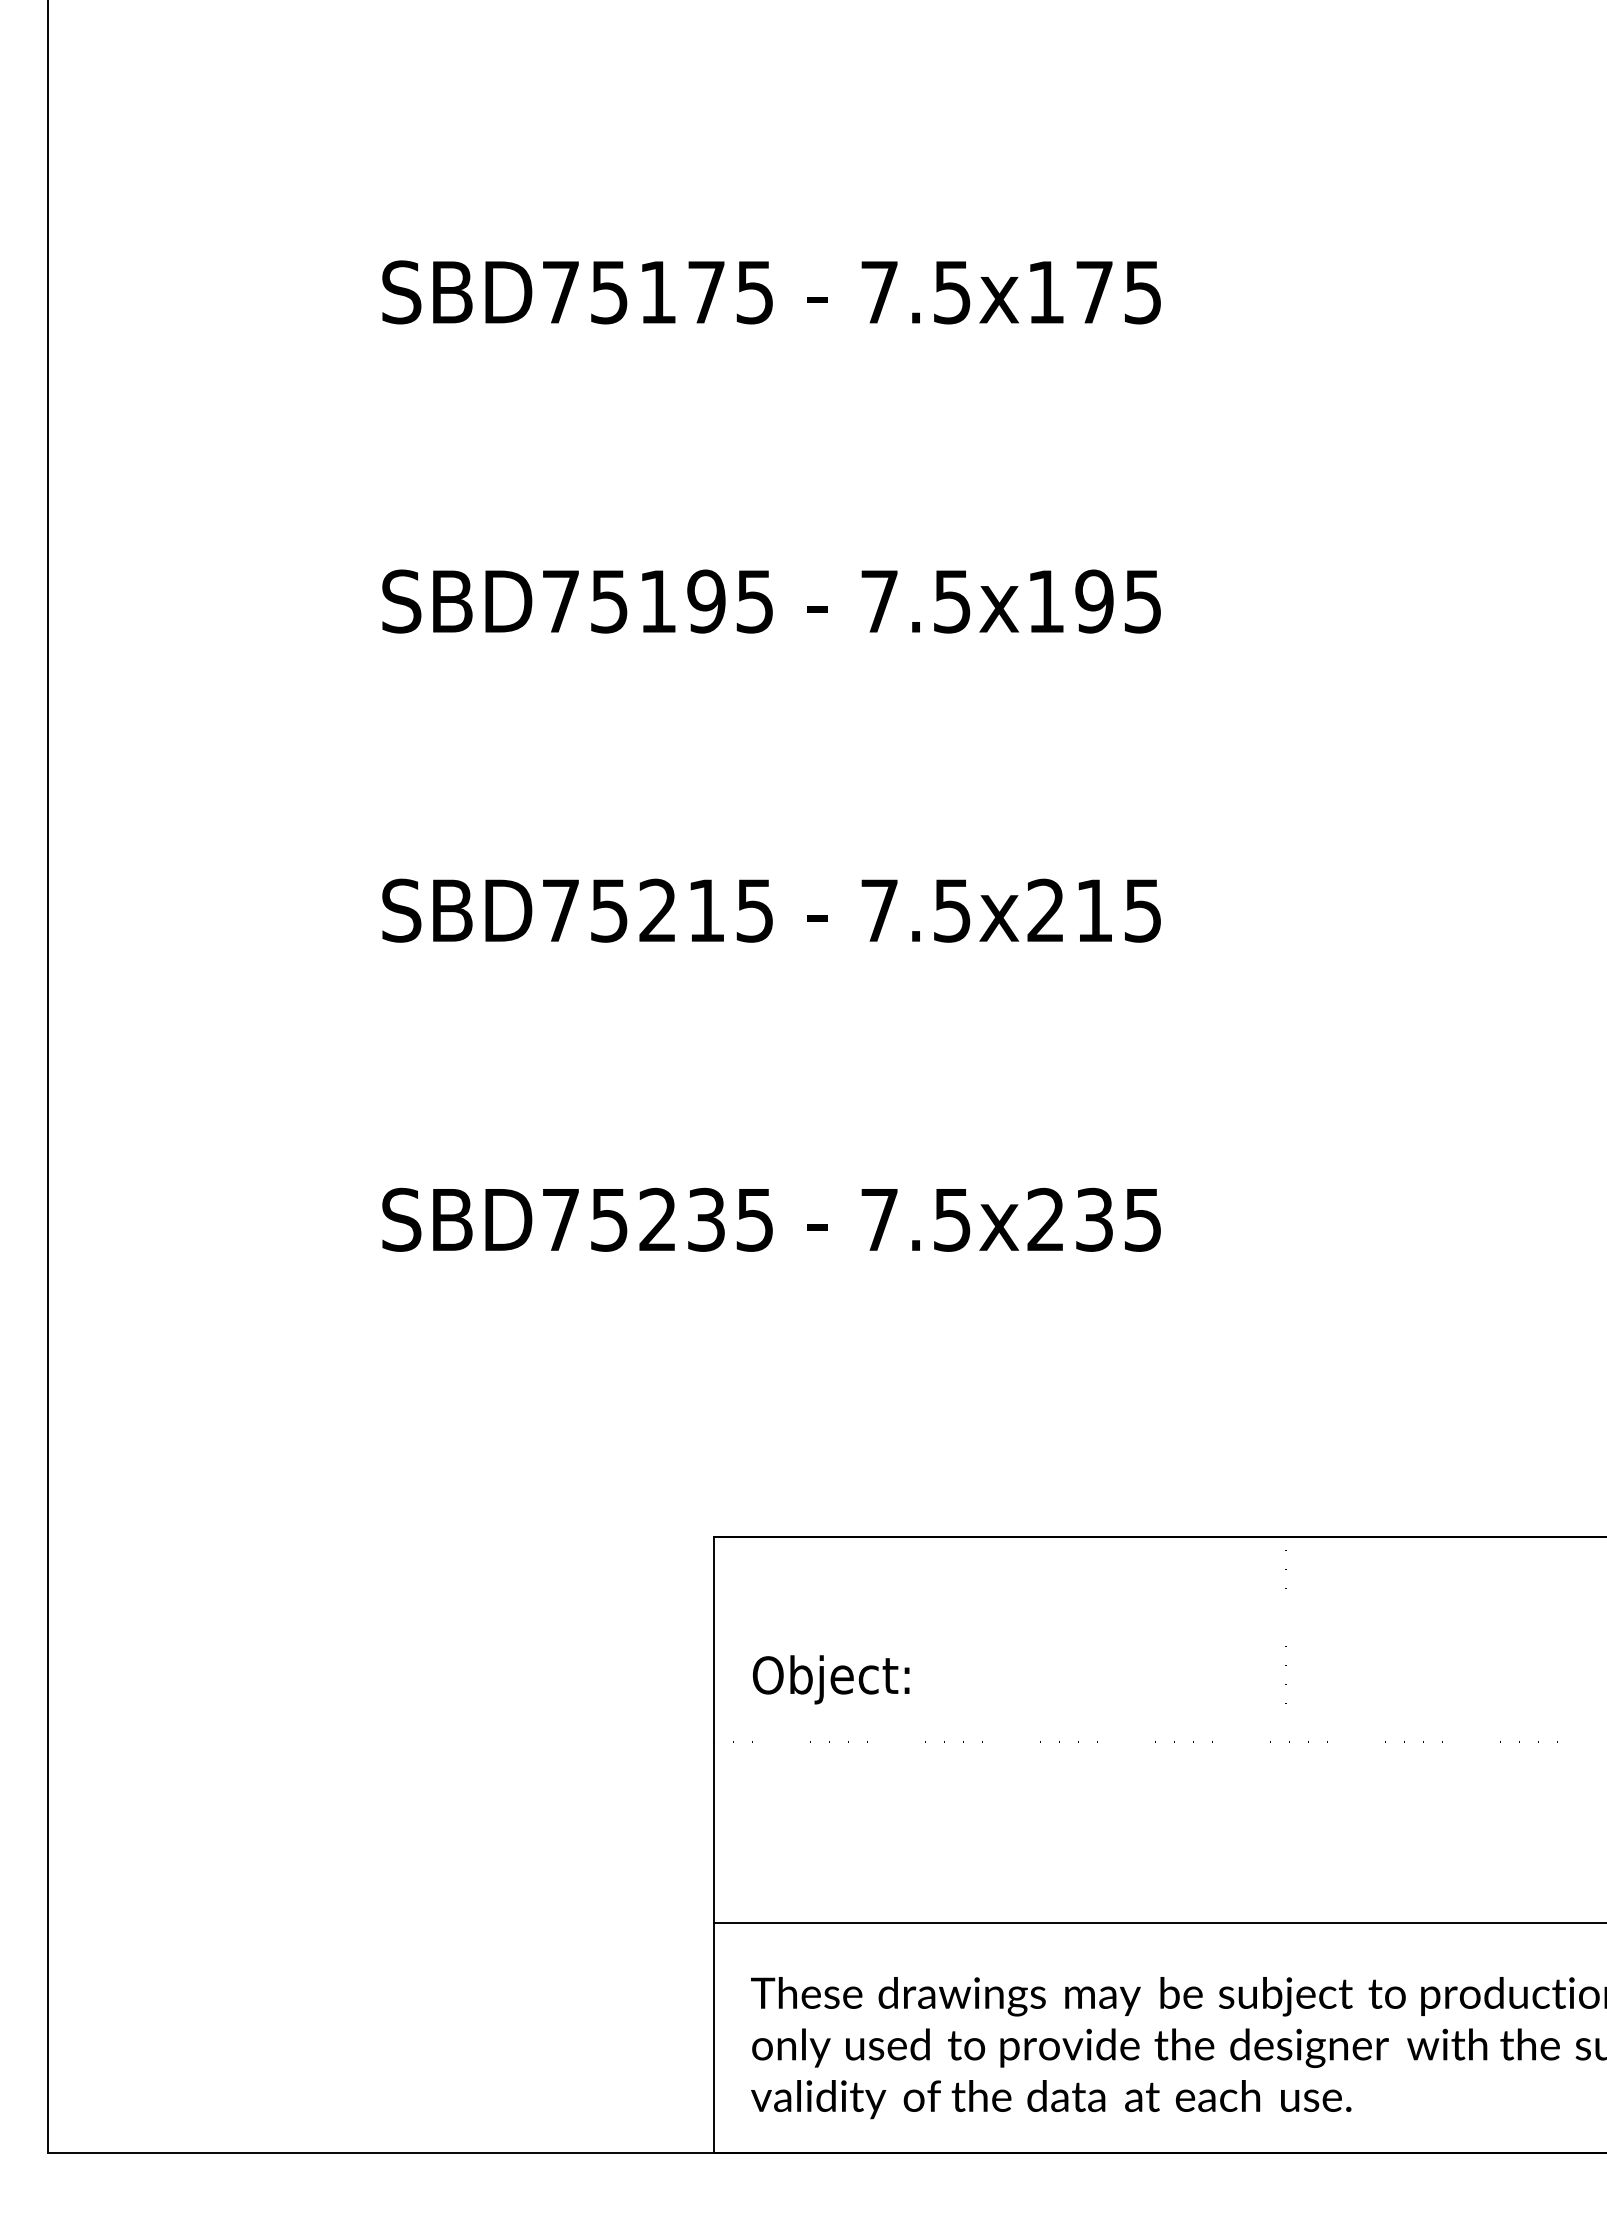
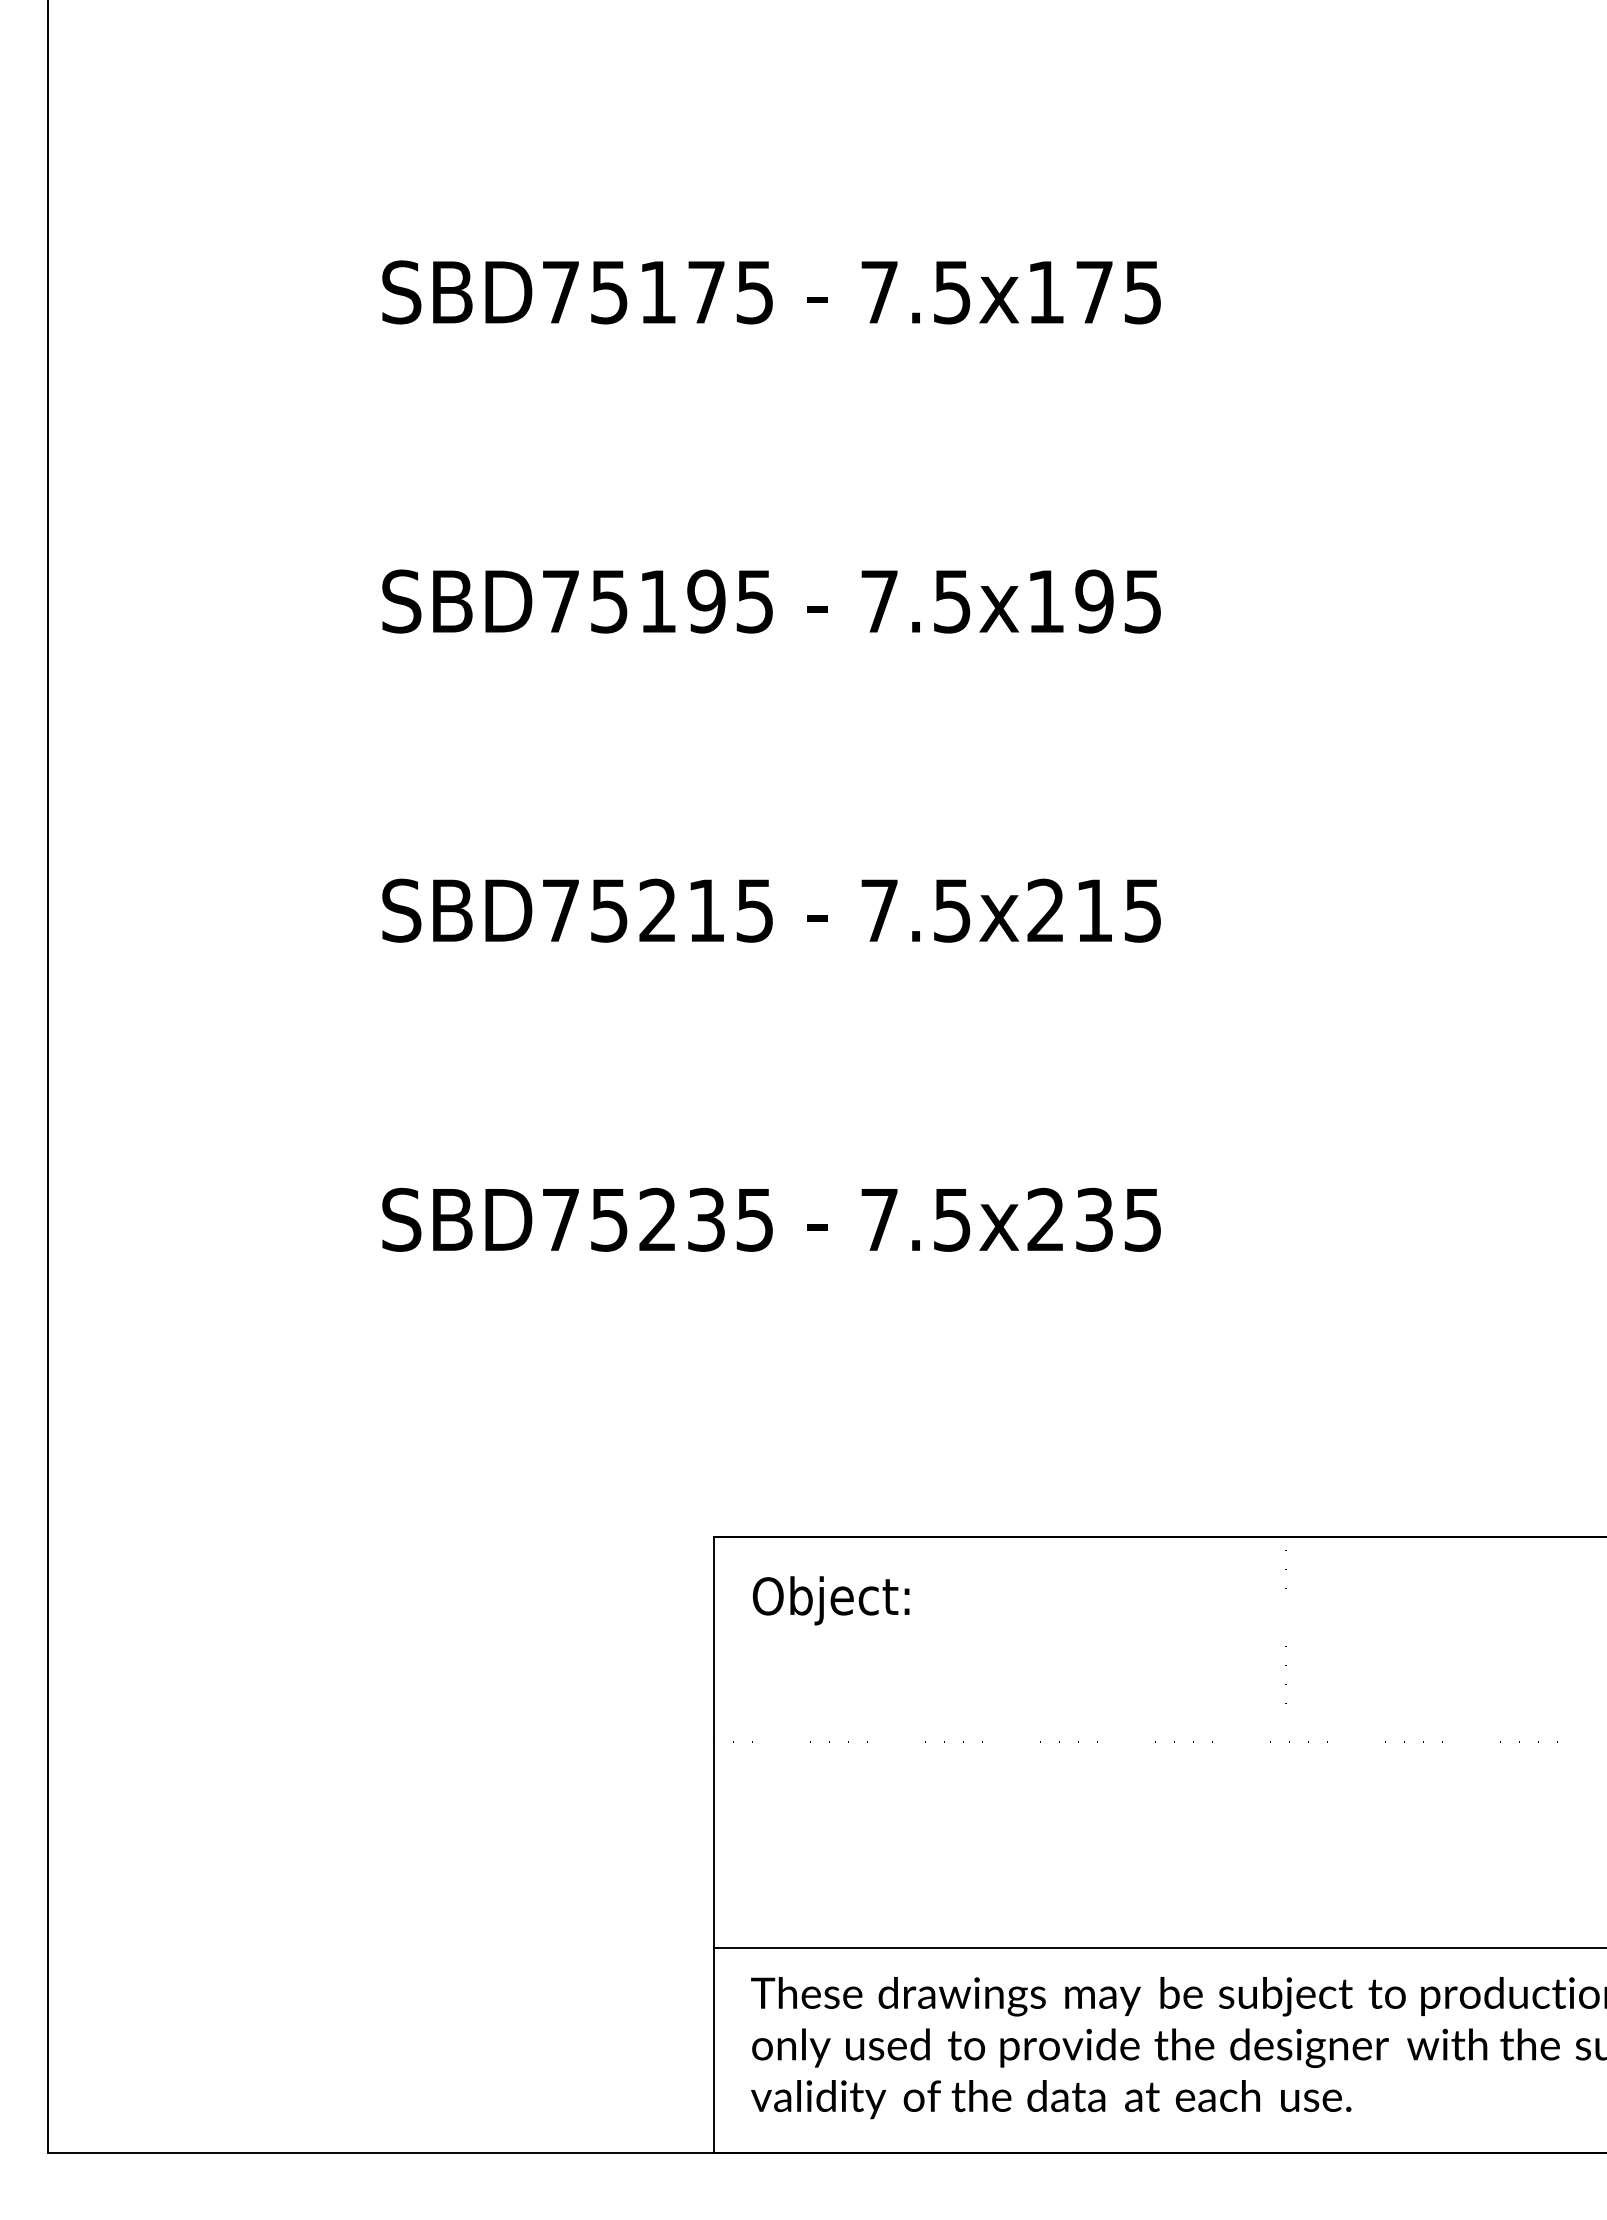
text at (830, 1679) position: (830, 1679) -> (830, 1600)
line at (1158, 1922) position: (1158, 1922) -> (1158, 1947)
